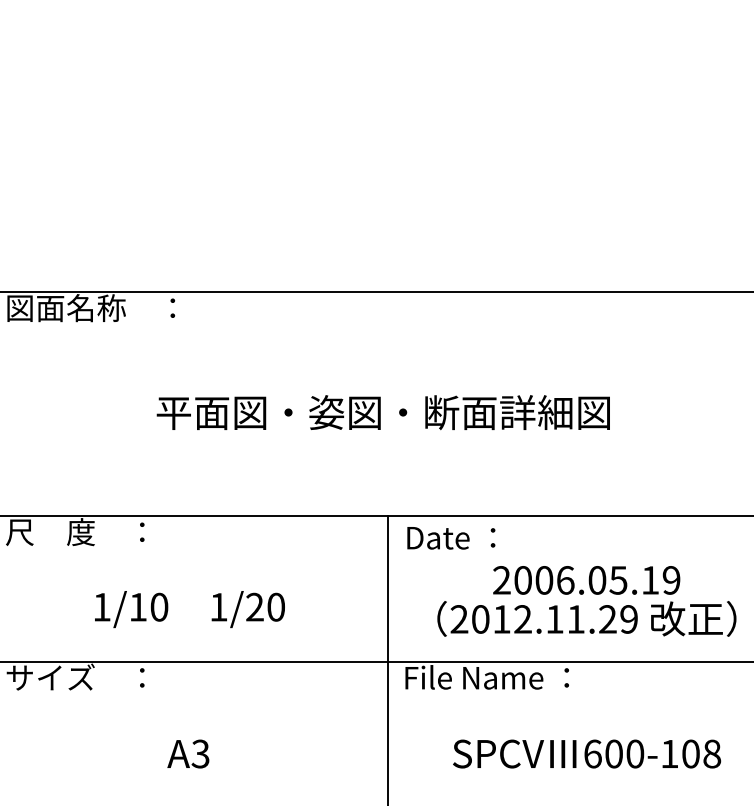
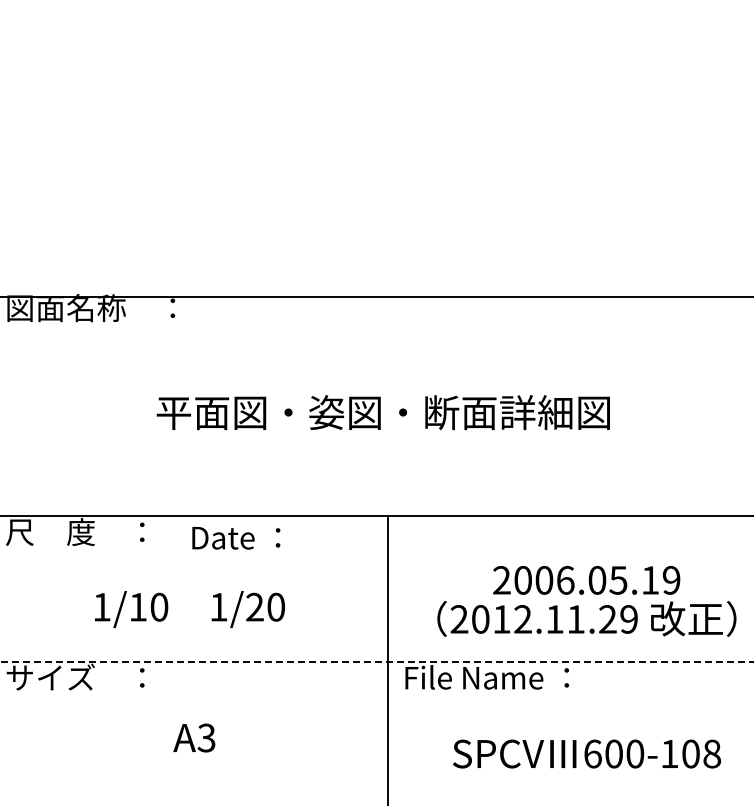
line at (376, 292) position: (376, 292) -> (376, 297)
text at (451, 538) position: (451, 538) -> (236, 538)
line at (377, 661): solid -> dashed
text at (188, 753) position: (188, 753) -> (194, 737)
